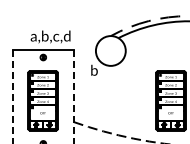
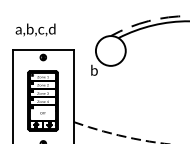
text at (50, 36) position: (50, 36) -> (35, 29)
line at (12, 96): dashed -> solid
line at (73, 96): dashed -> solid
part at (170, 100): present -> none
